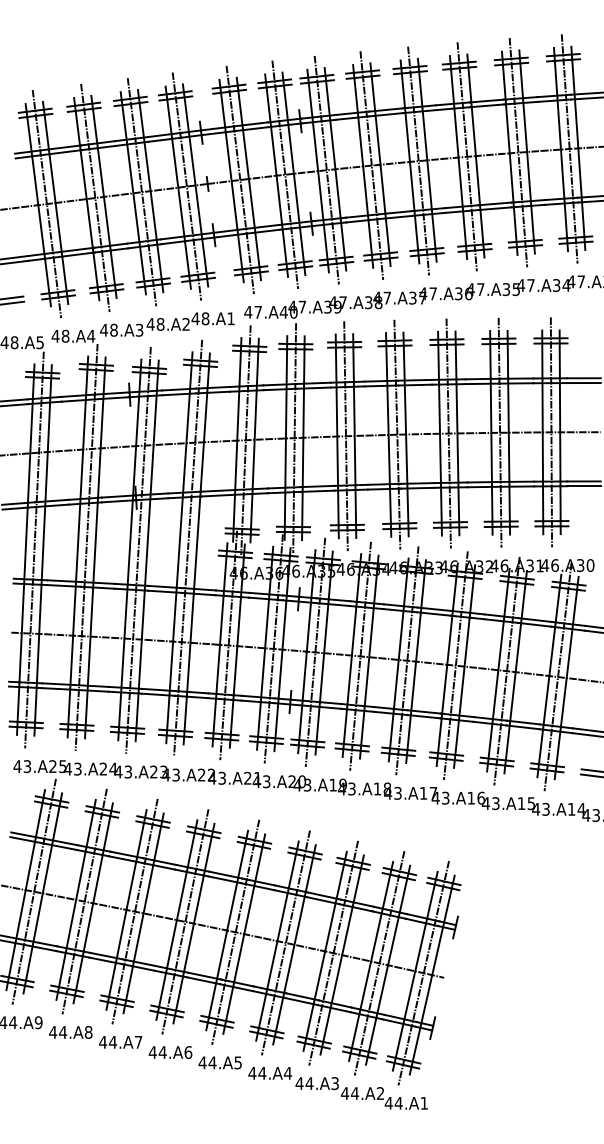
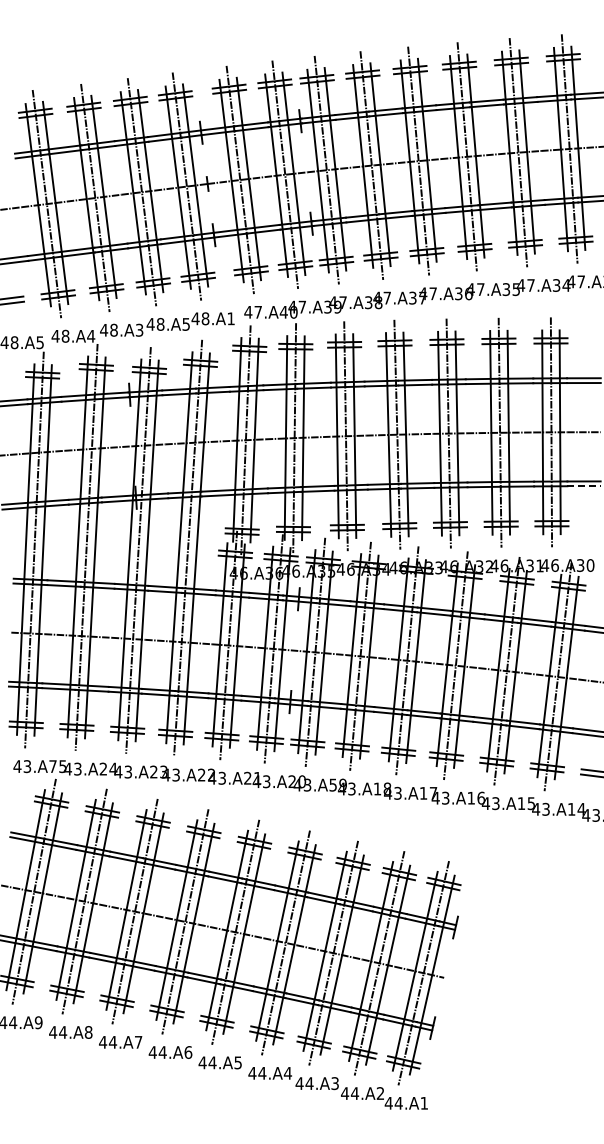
text at (185, 324): 48.A2 -> 48.A5
line at (584, 486): solid -> dashed
text at (52, 766): 43.A25 -> 43.A75
text at (332, 784): 43.A19 -> 43.A59
